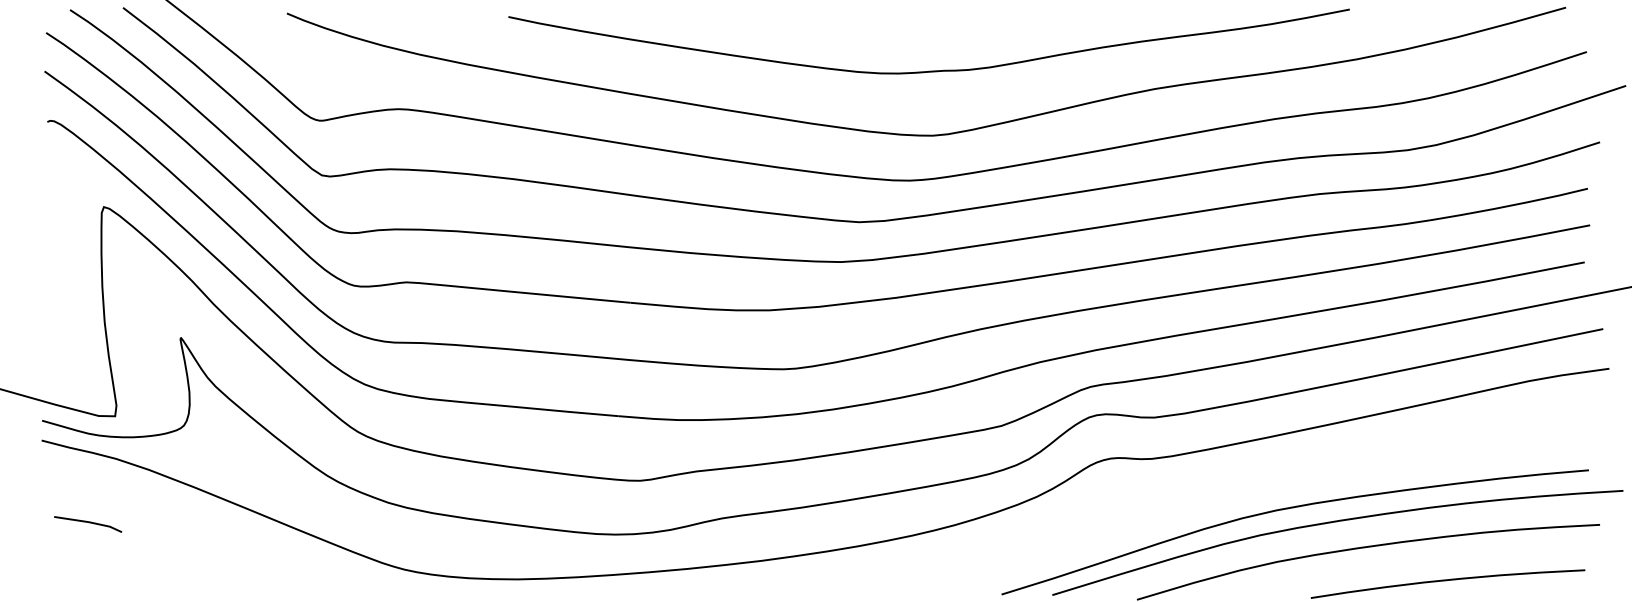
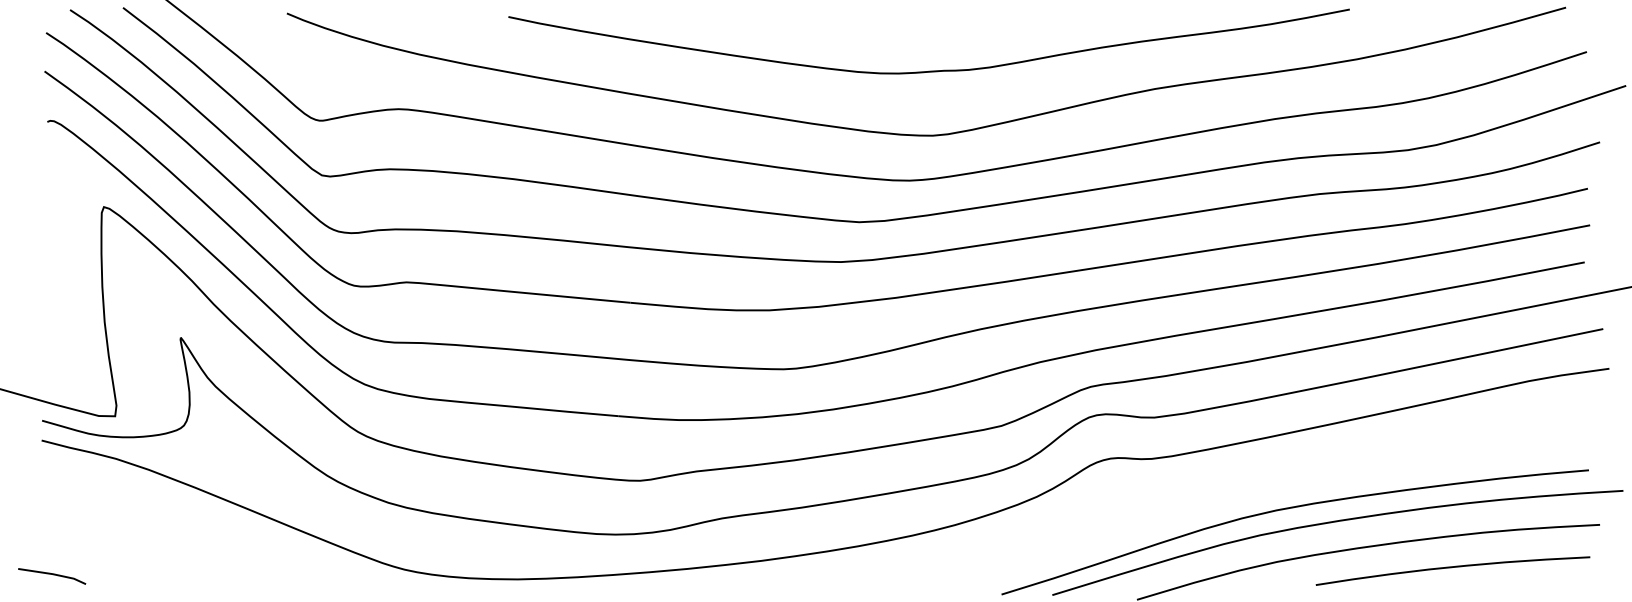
line at (89, 523) position: (89, 523) -> (53, 575)
curve at (1446, 581) position: (1446, 581) -> (1451, 568)
